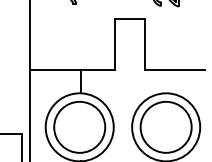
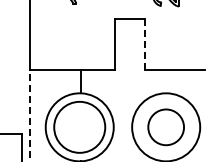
line at (145, 44): solid -> dashed
line at (30, 115): solid -> dashed
circle at (165, 126) diameter: 51 px -> 36 px
